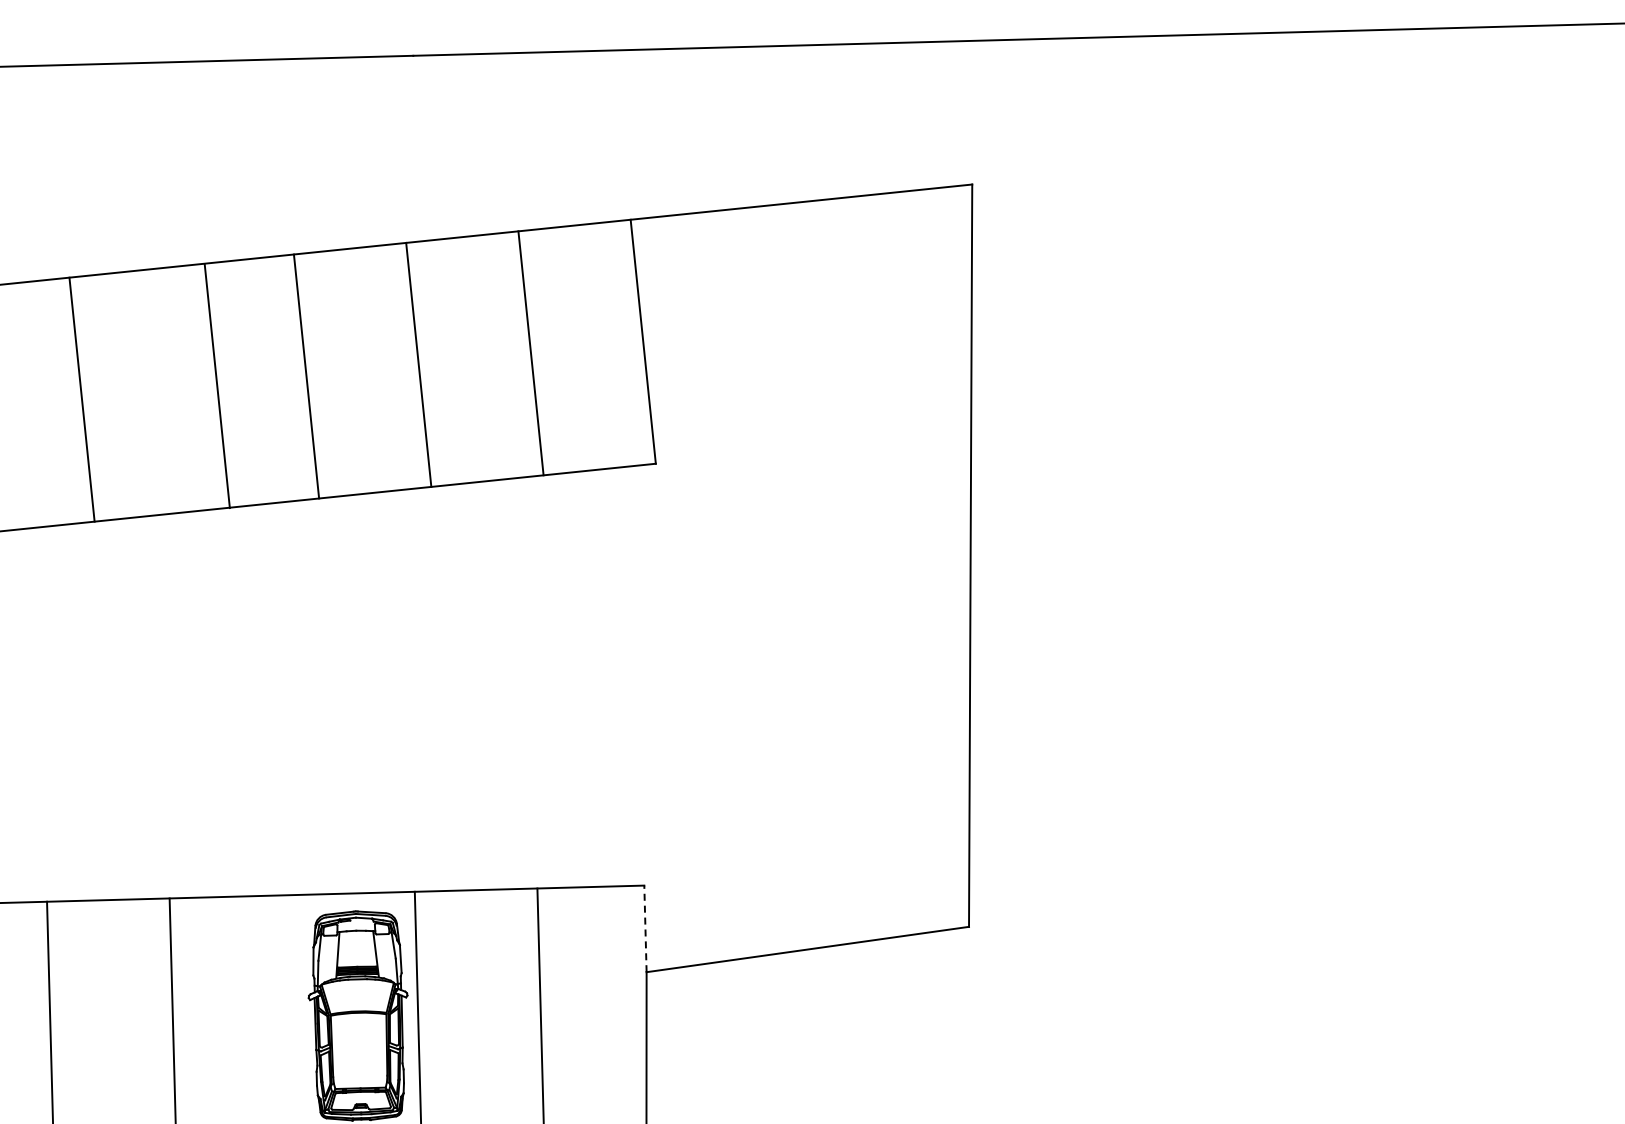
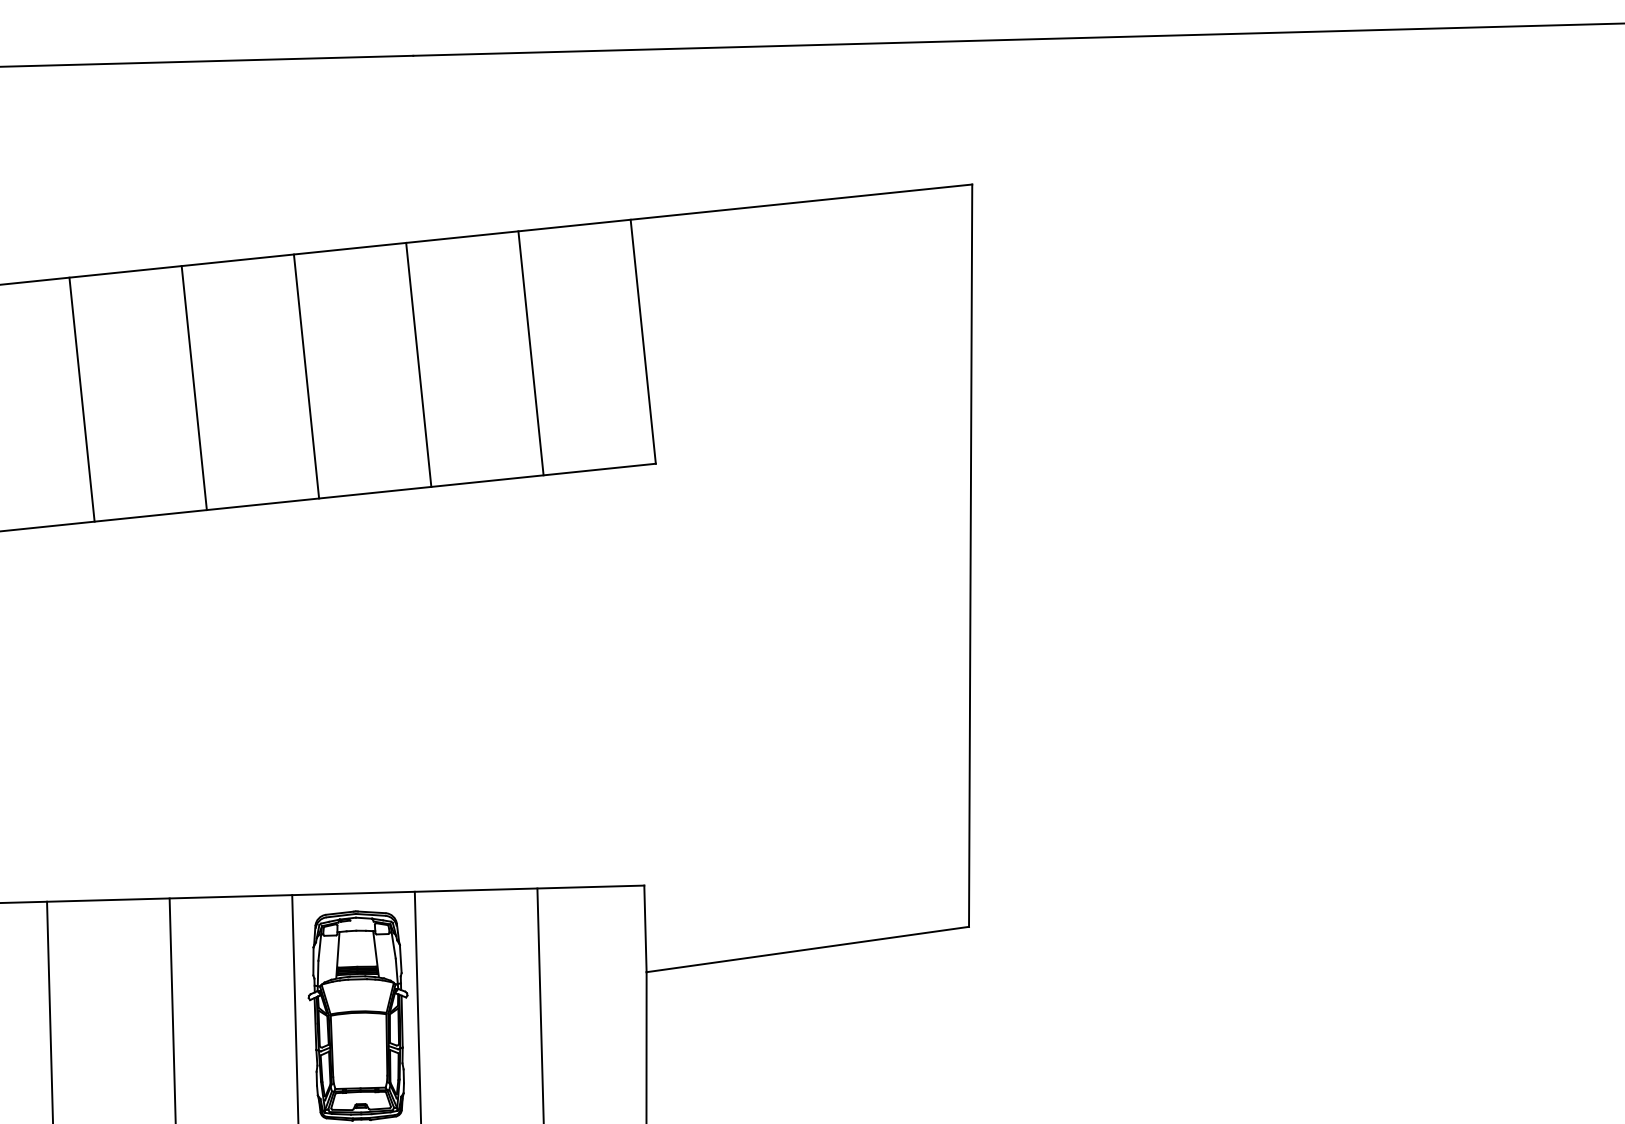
line at (216, 386) position: (216, 386) -> (193, 388)
line at (645, 928): dashed -> solid
line at (295, 1007): none -> present
